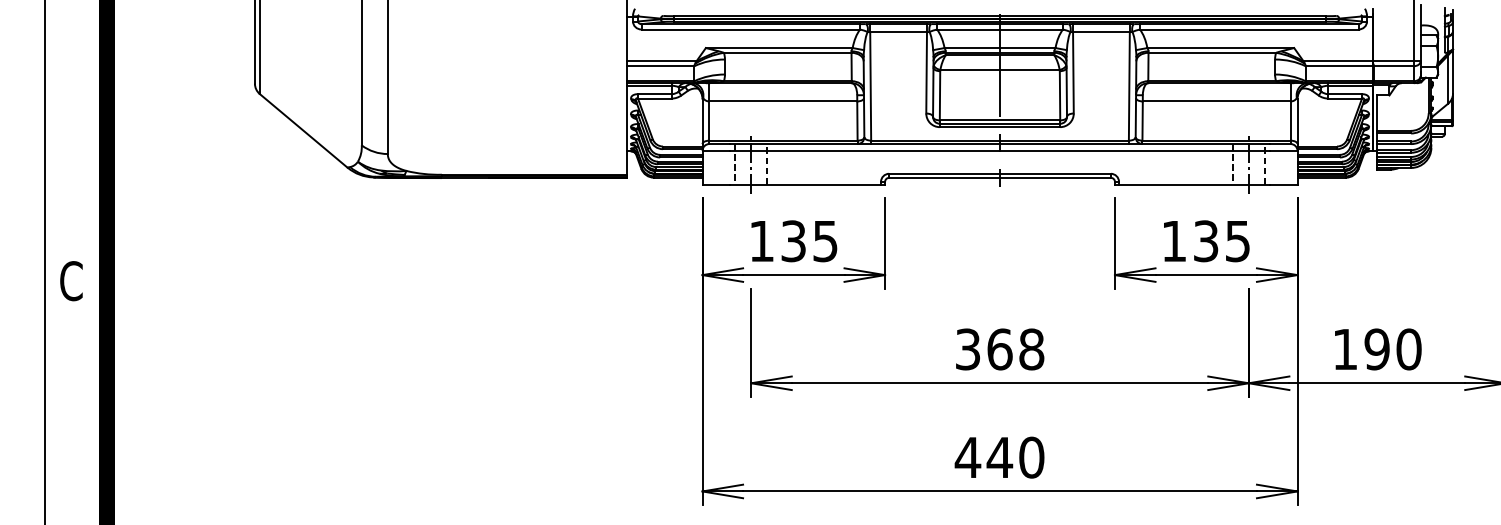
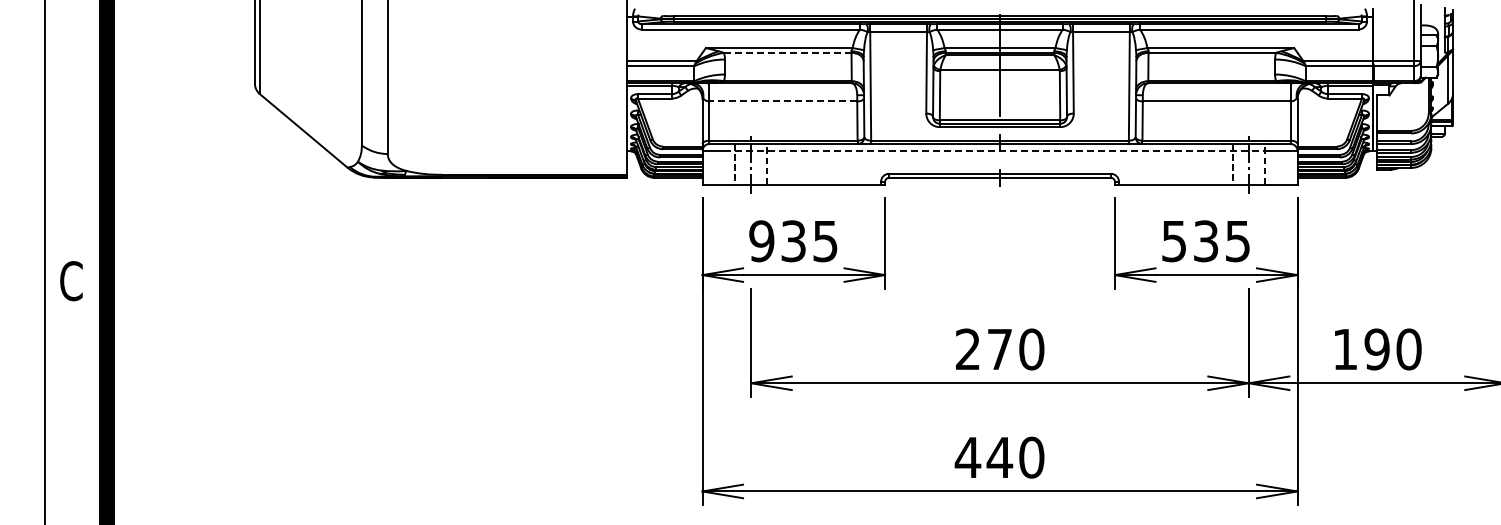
line at (787, 52): solid -> dashed
line at (783, 101): solid -> dashed
line at (999, 150): solid -> dashed
text at (761, 241): 135 -> 935
text at (1173, 241): 135 -> 535
text at (1000, 349): 368 -> 270
